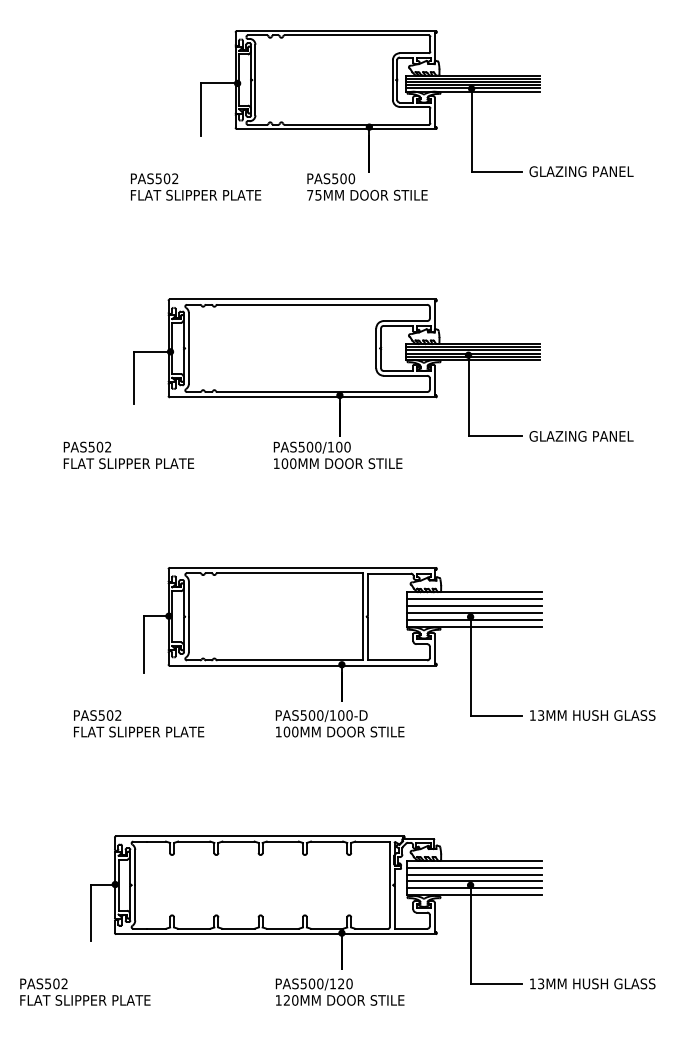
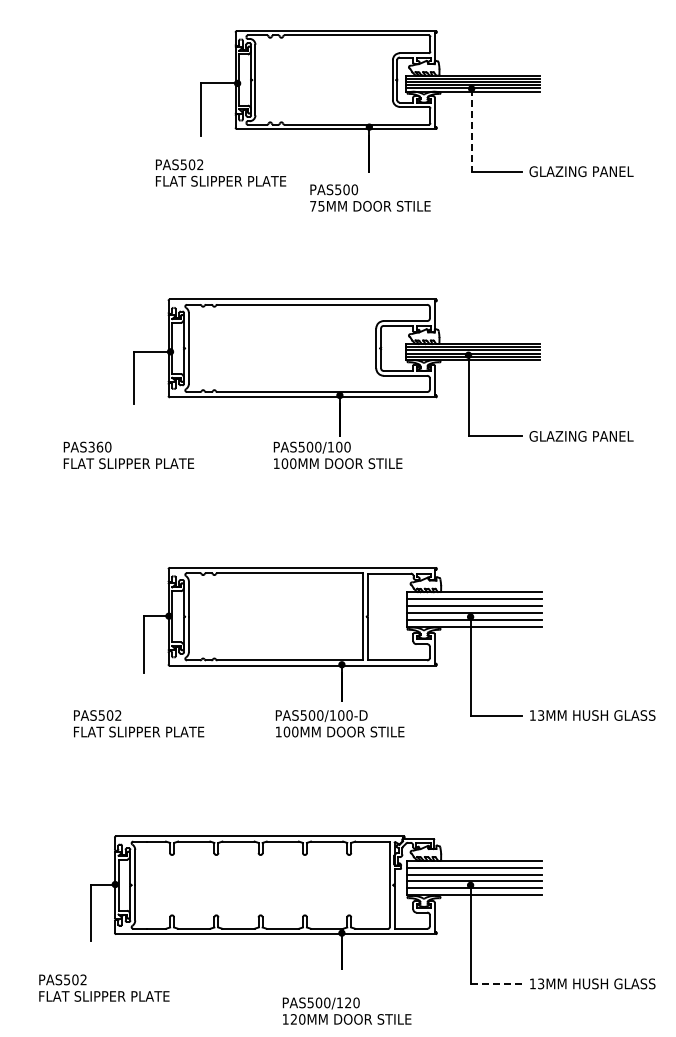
line at (471, 130): solid -> dashed
text at (196, 186) position: (196, 186) -> (221, 172)
text at (367, 186) position: (367, 186) -> (370, 197)
text at (99, 446): PAS502 -> PAS360
line at (496, 983): solid -> dashed
text at (85, 991) position: (85, 991) -> (104, 987)
text at (339, 991) position: (339, 991) -> (346, 1010)
